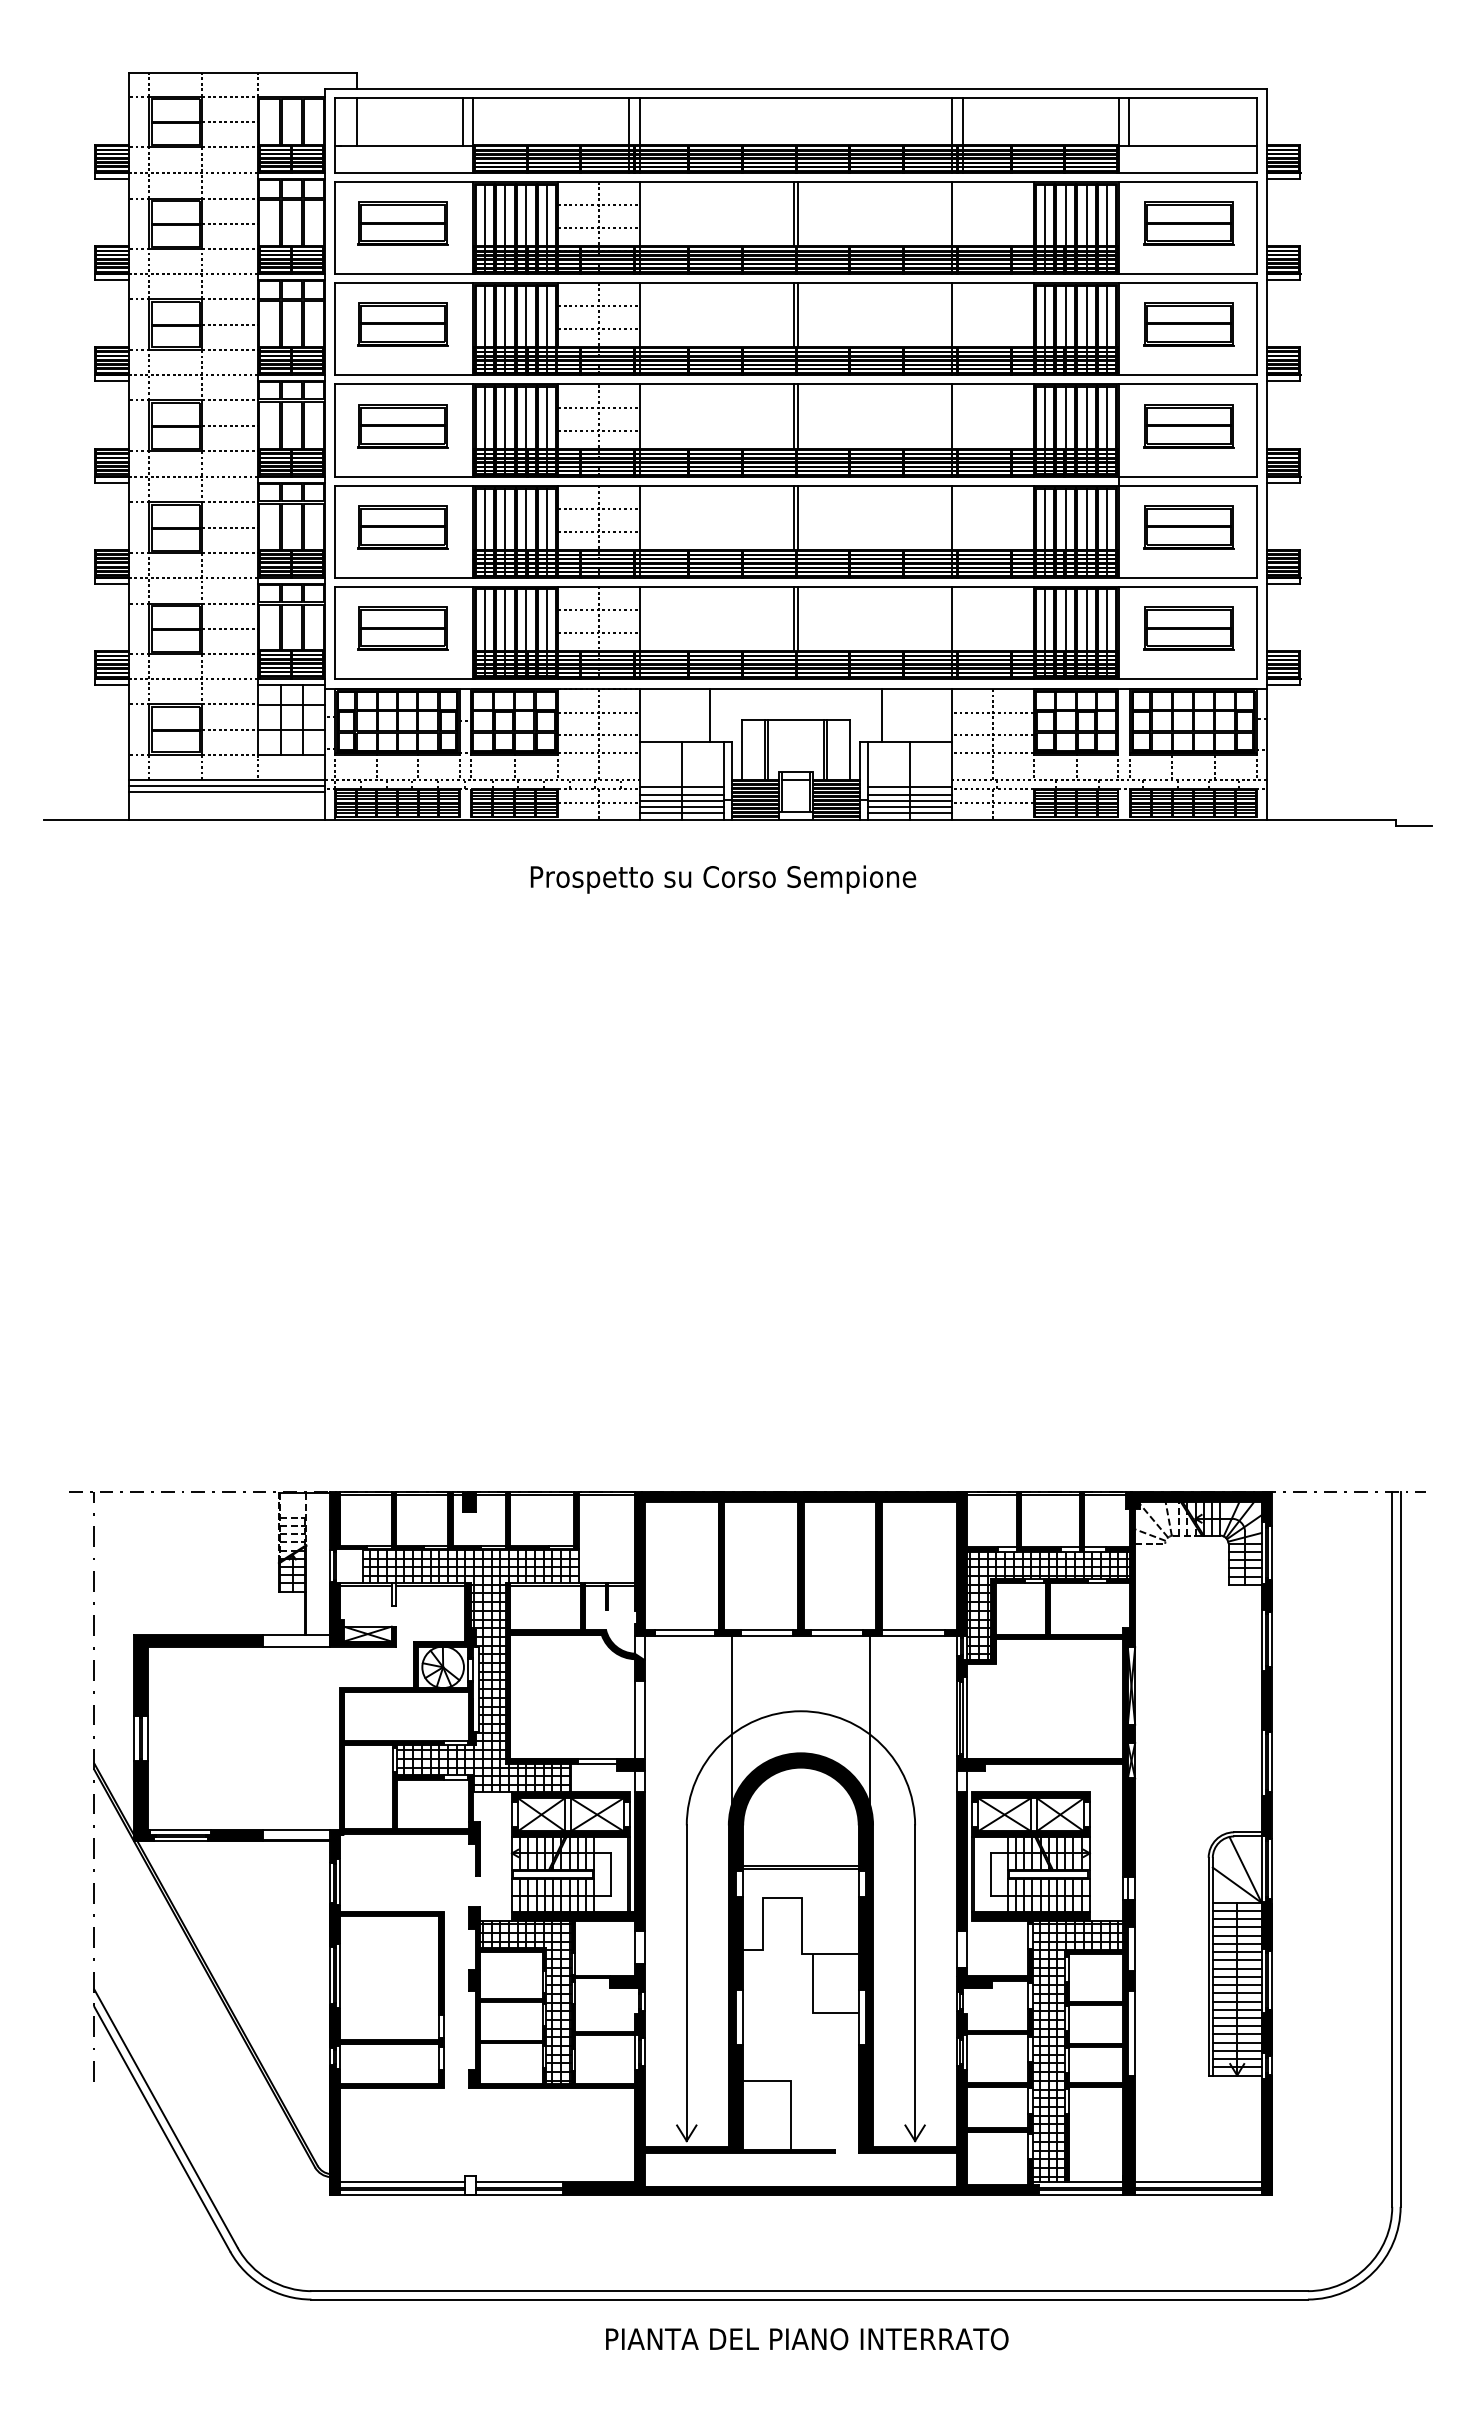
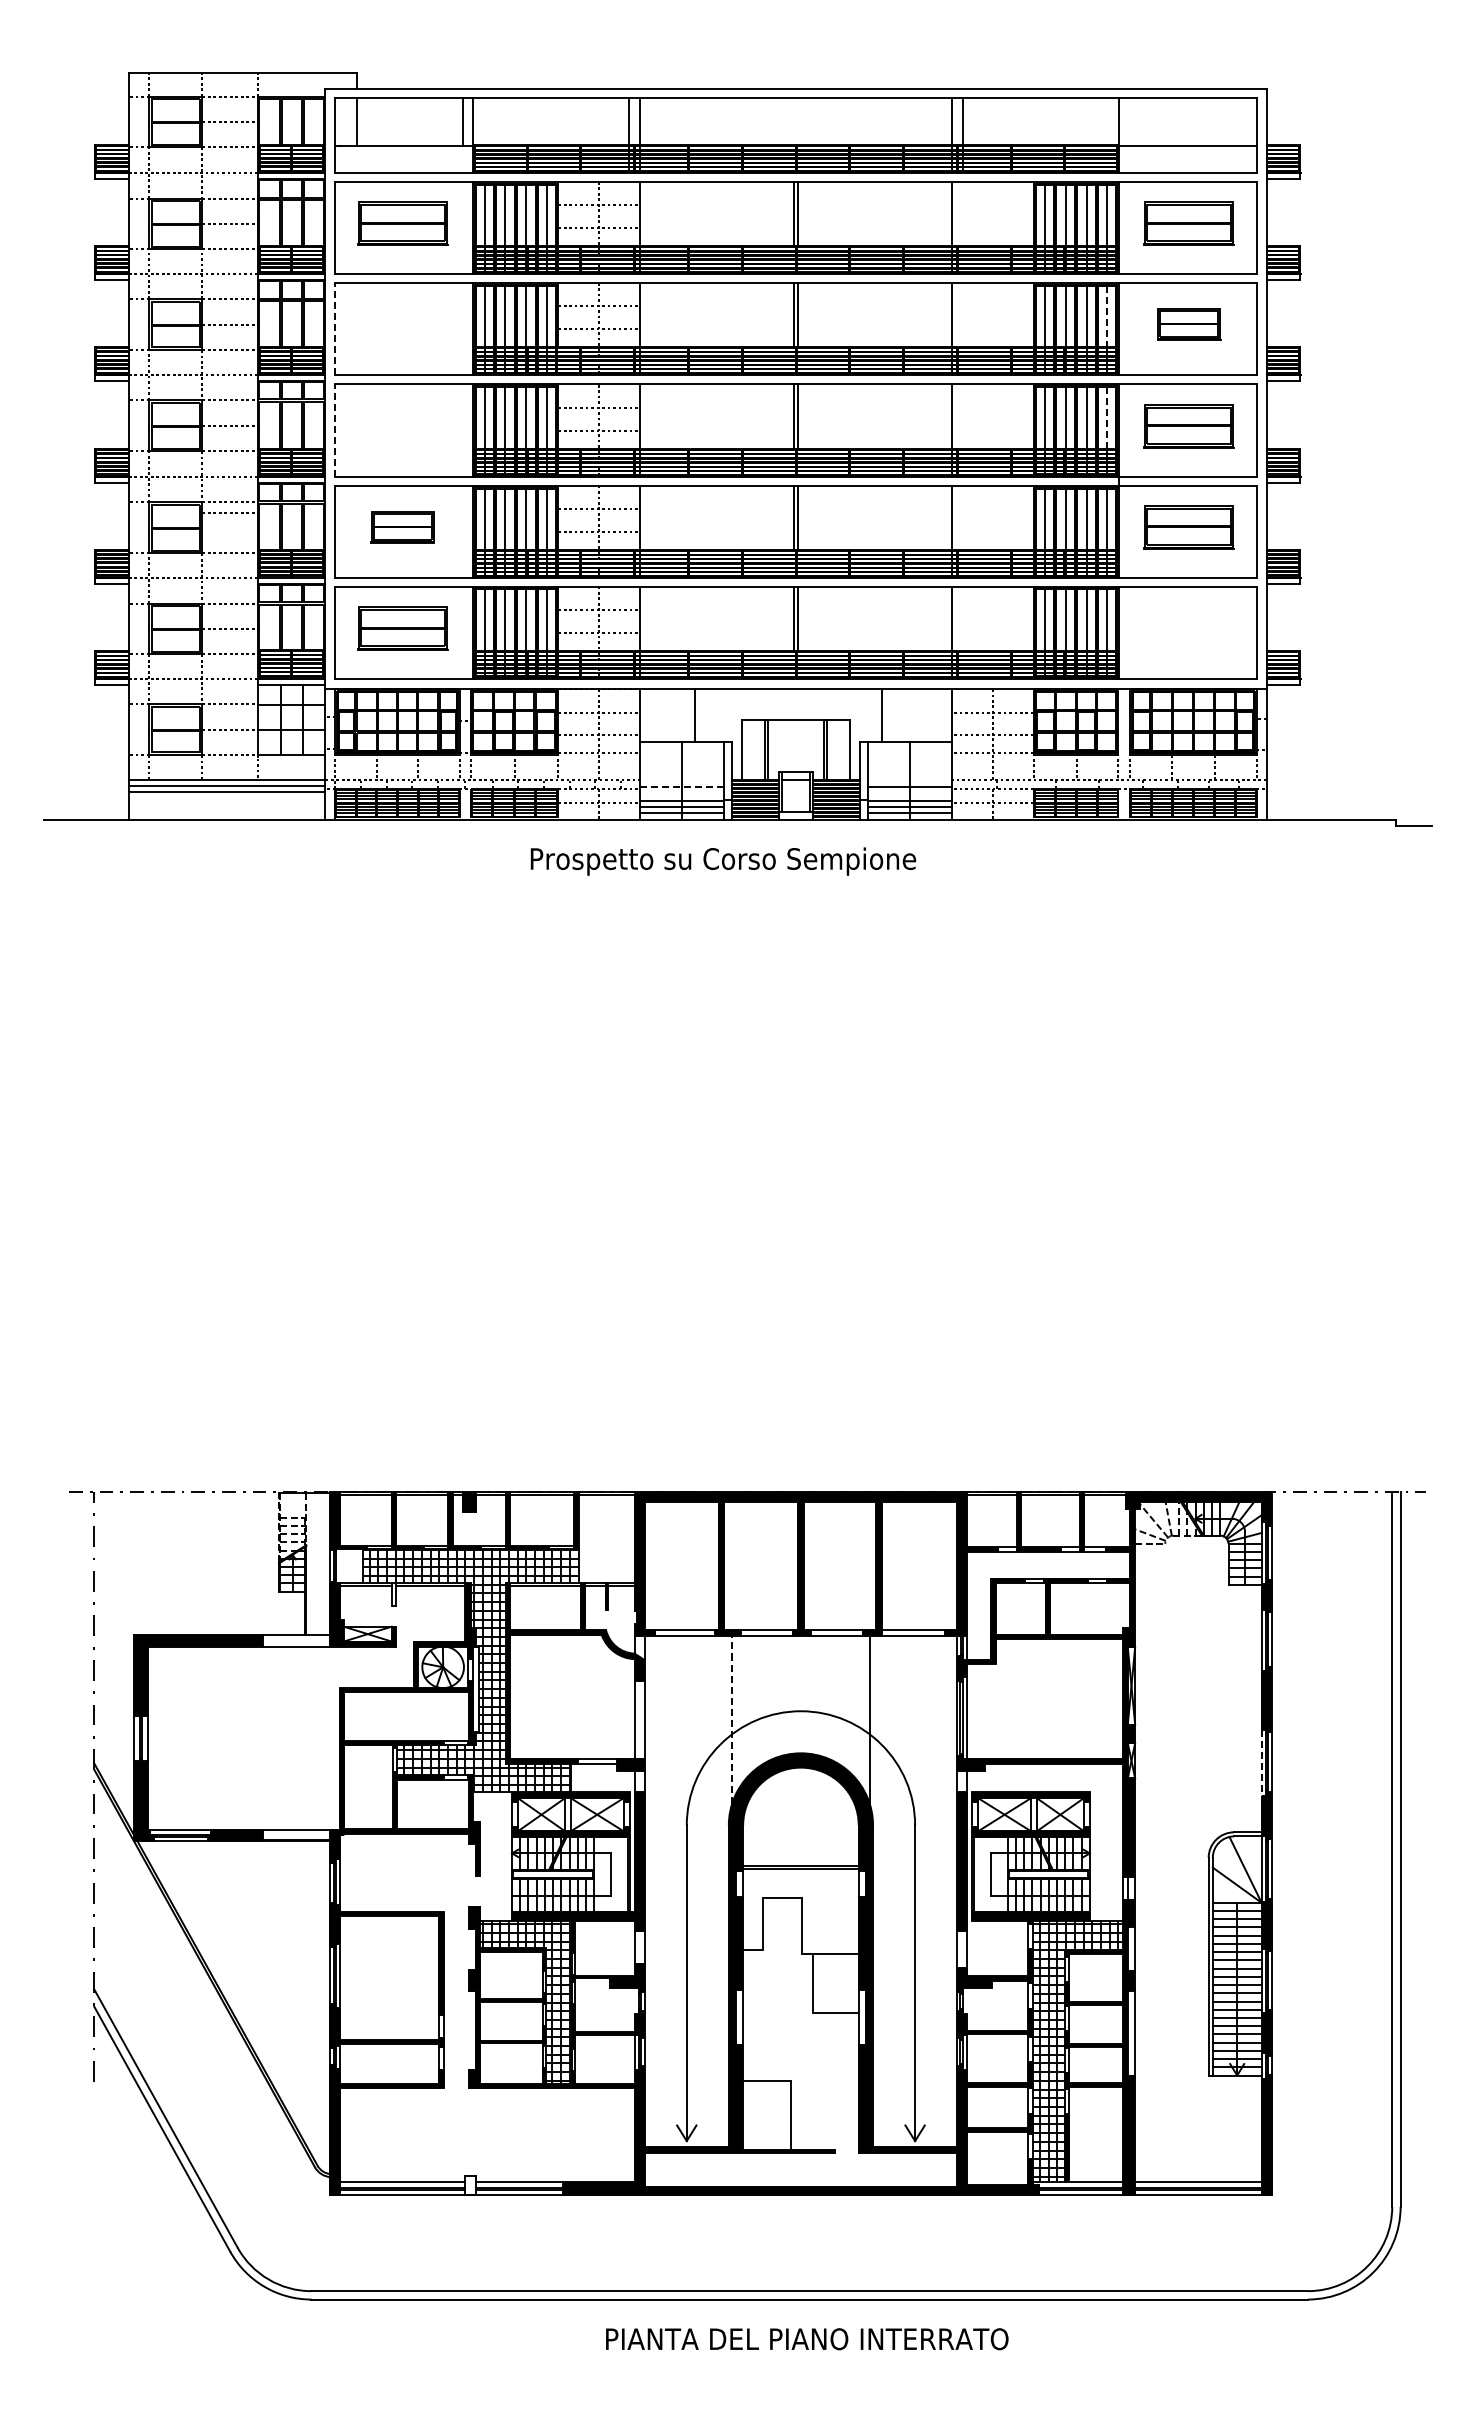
line at (1129, 121): present -> none
line at (1107, 316): solid -> dashed
part at (402, 324): present -> none
part at (1188, 324) size: 92x45 px -> 65x33 px
line at (335, 328): solid -> dashed
line at (1107, 418): solid -> dashed
part at (402, 426): present -> none
line at (335, 430): solid -> dashed
line at (229, 527) position: (229, 527) -> (229, 512)
part at (402, 527) size: 92x45 px -> 65x33 px
part at (1188, 628): present -> none
line at (710, 715) position: (710, 715) -> (695, 715)
line at (682, 787): solid -> dashed
line at (681, 795): present -> none
line at (910, 795): present -> none
text at (723, 879) position: (723, 879) -> (723, 861)
hatch at (1048, 1605): present -> none
line at (732, 1719): solid -> dashed
line at (1261, 1762): solid -> dashed
